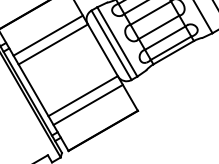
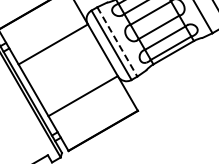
line at (47, 35): present -> none
line at (117, 42): solid -> dashed
line at (87, 104): present -> none
